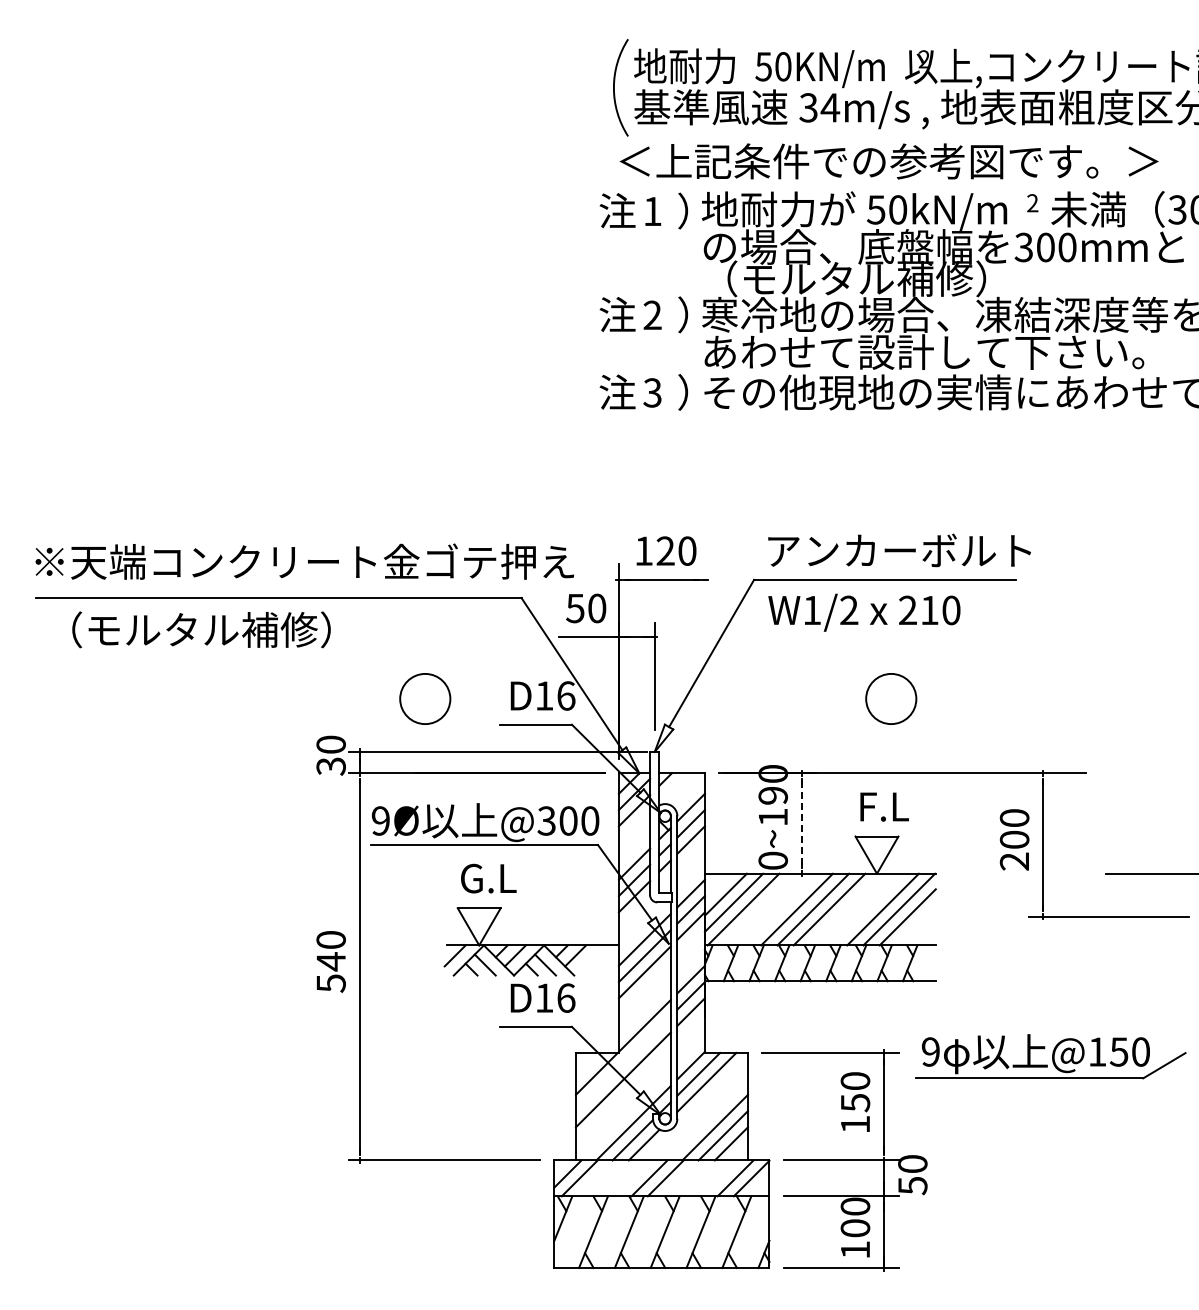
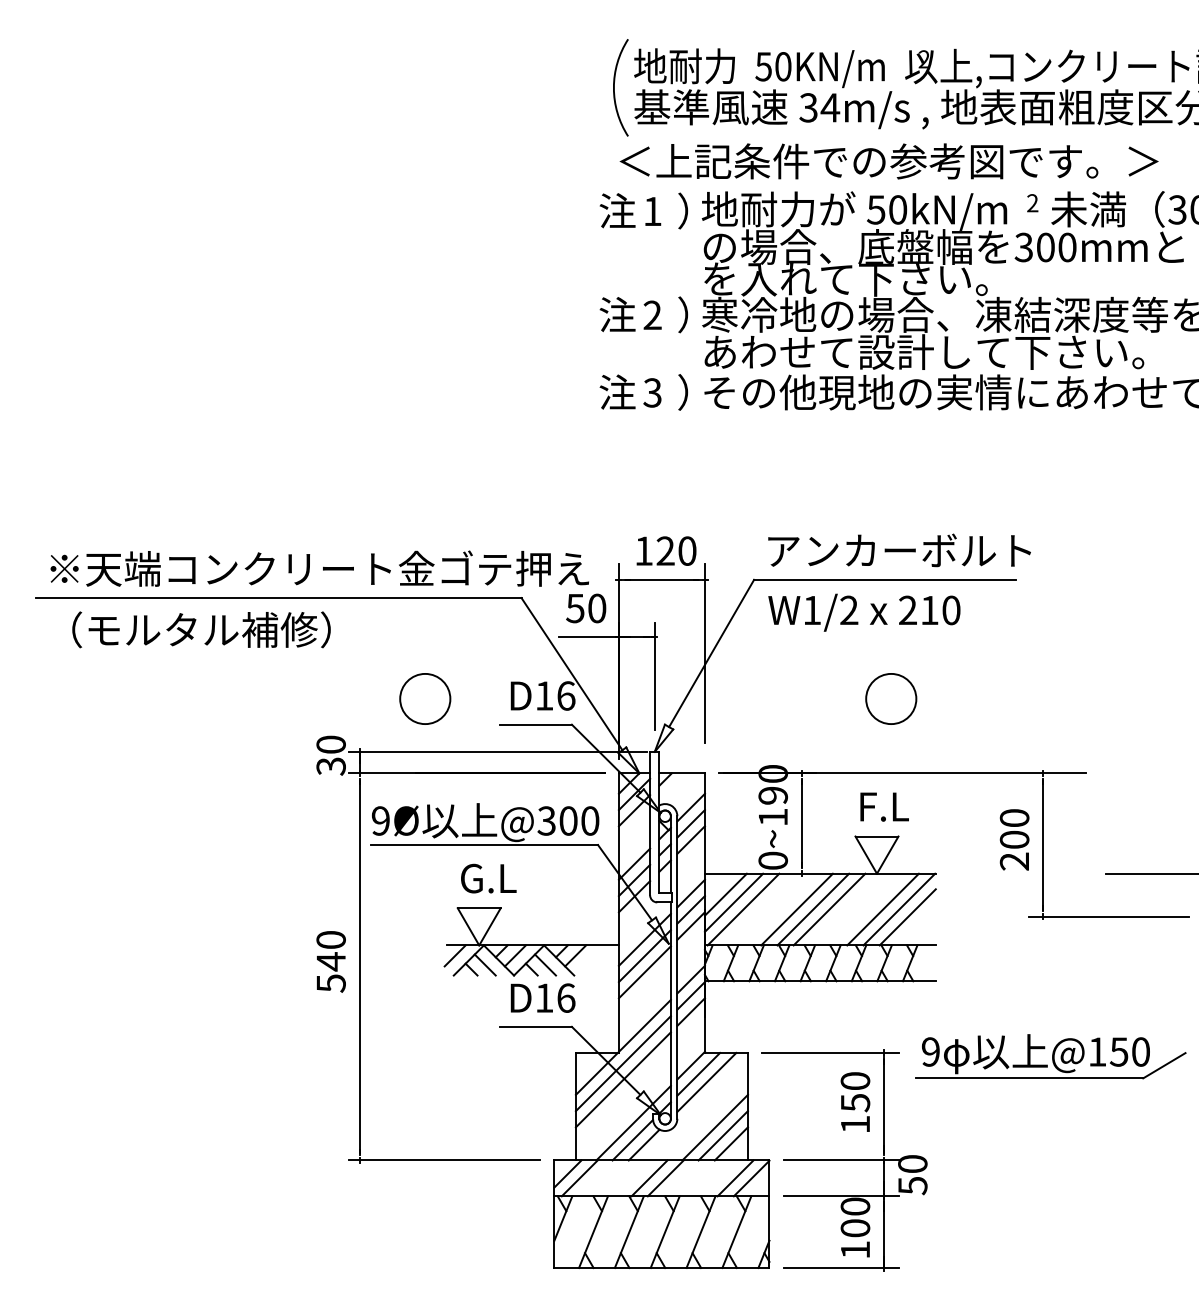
text at (845, 278): （モルタル補修） -> を入れて下さい。
text at (304, 561) position: (304, 561) -> (319, 568)
line at (704, 653): none -> present
line at (801, 824): dashed -> solid
line at (622, 1063): none -> present
